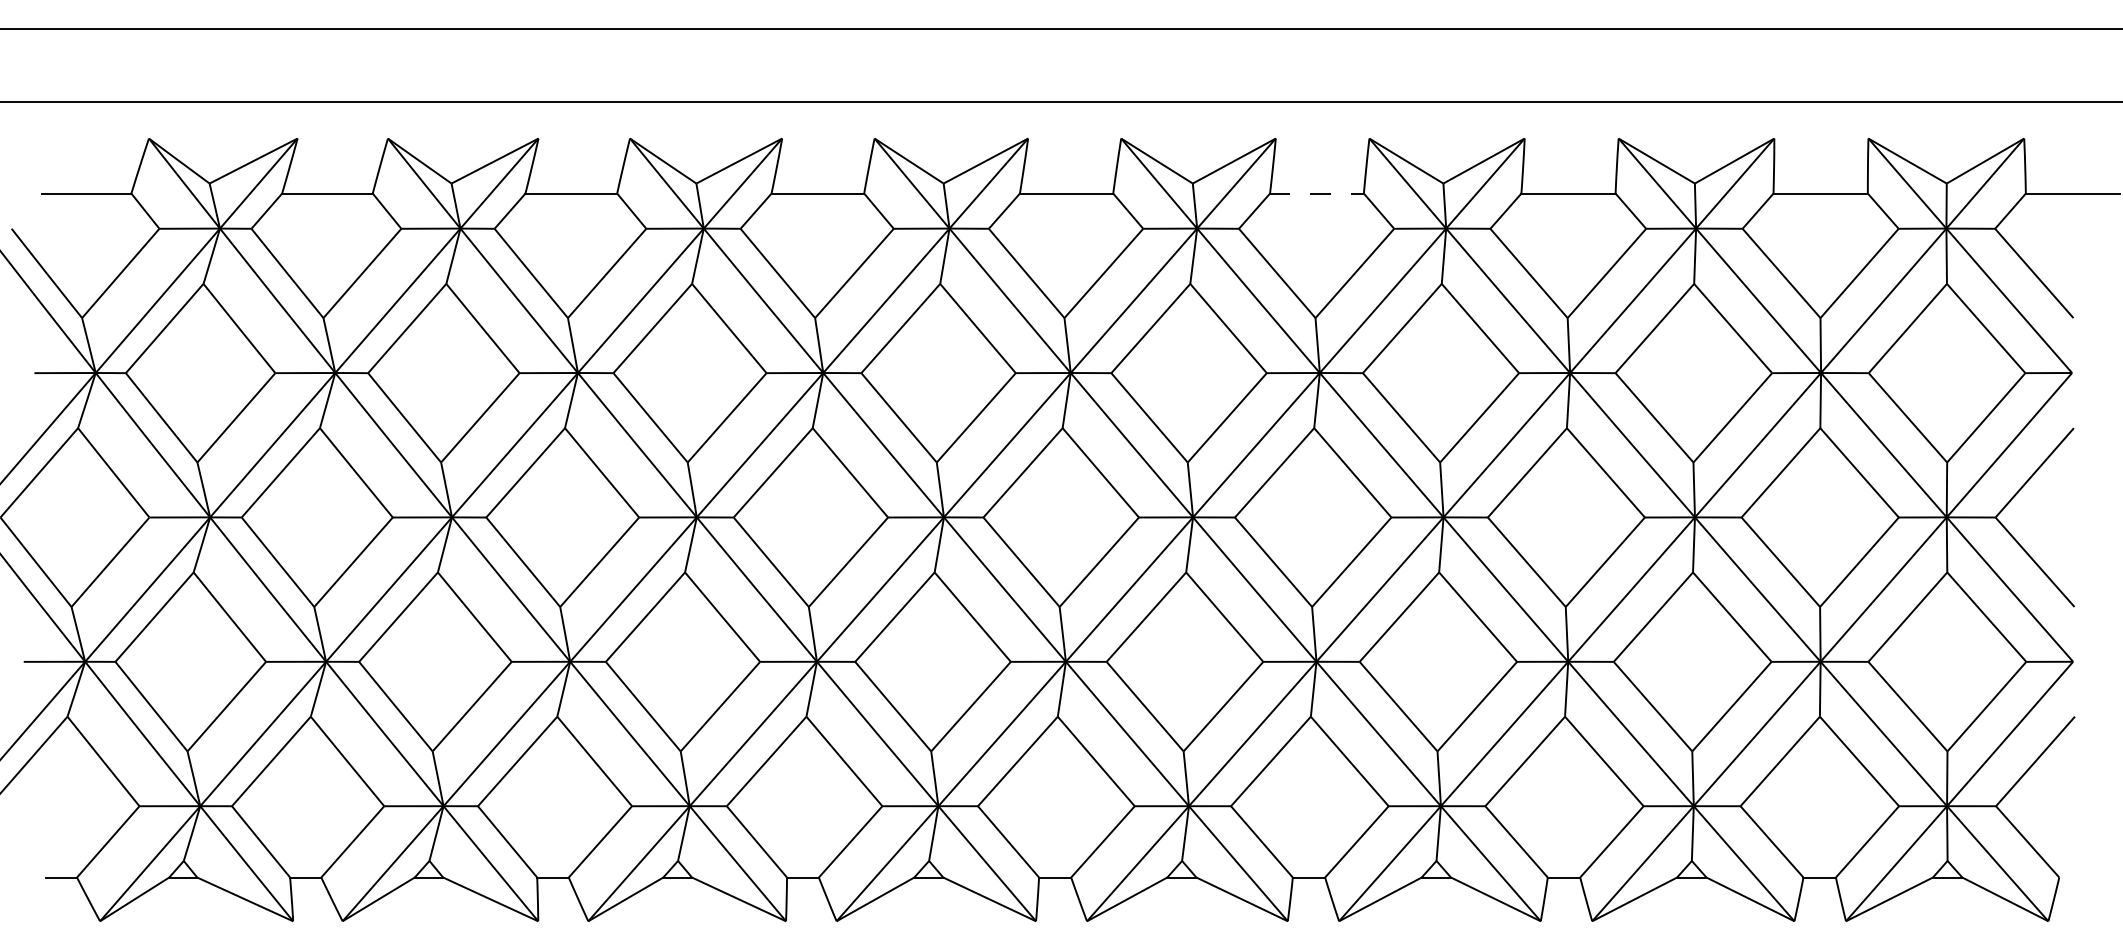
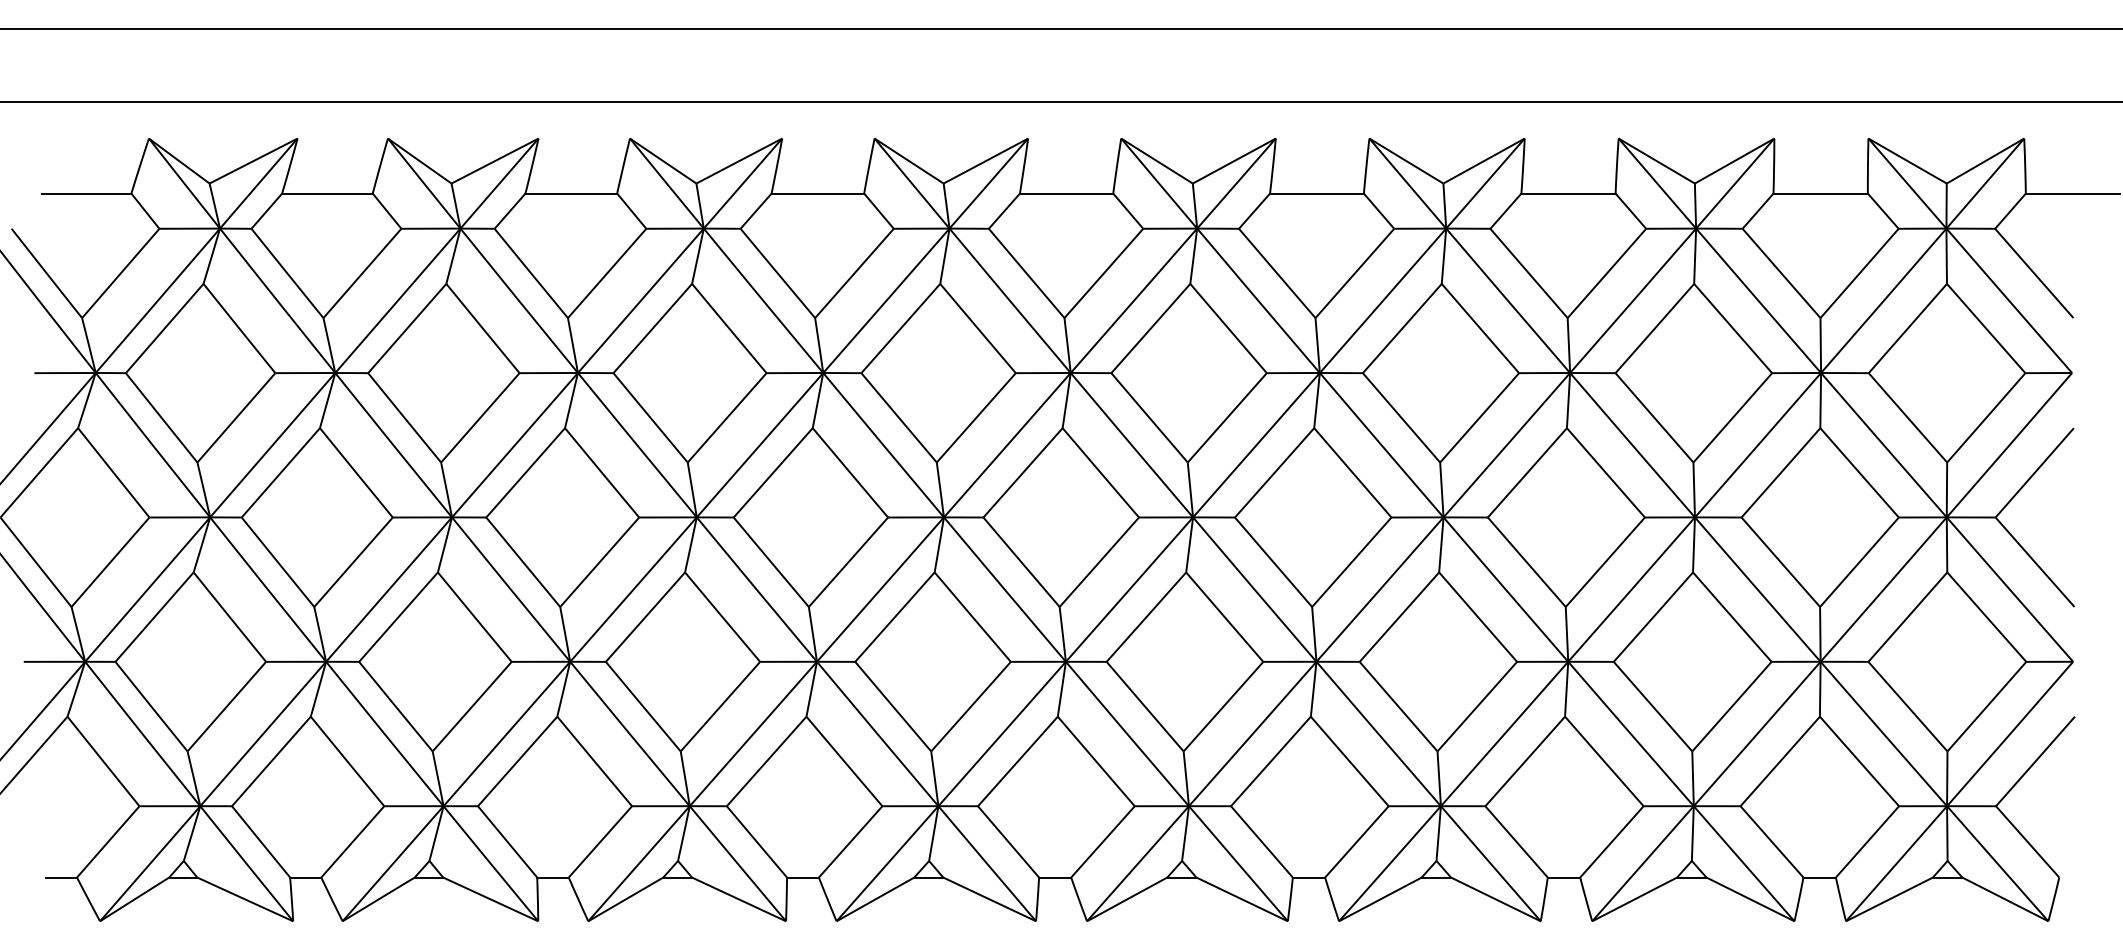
line at (1316, 193): dashed -> solid
